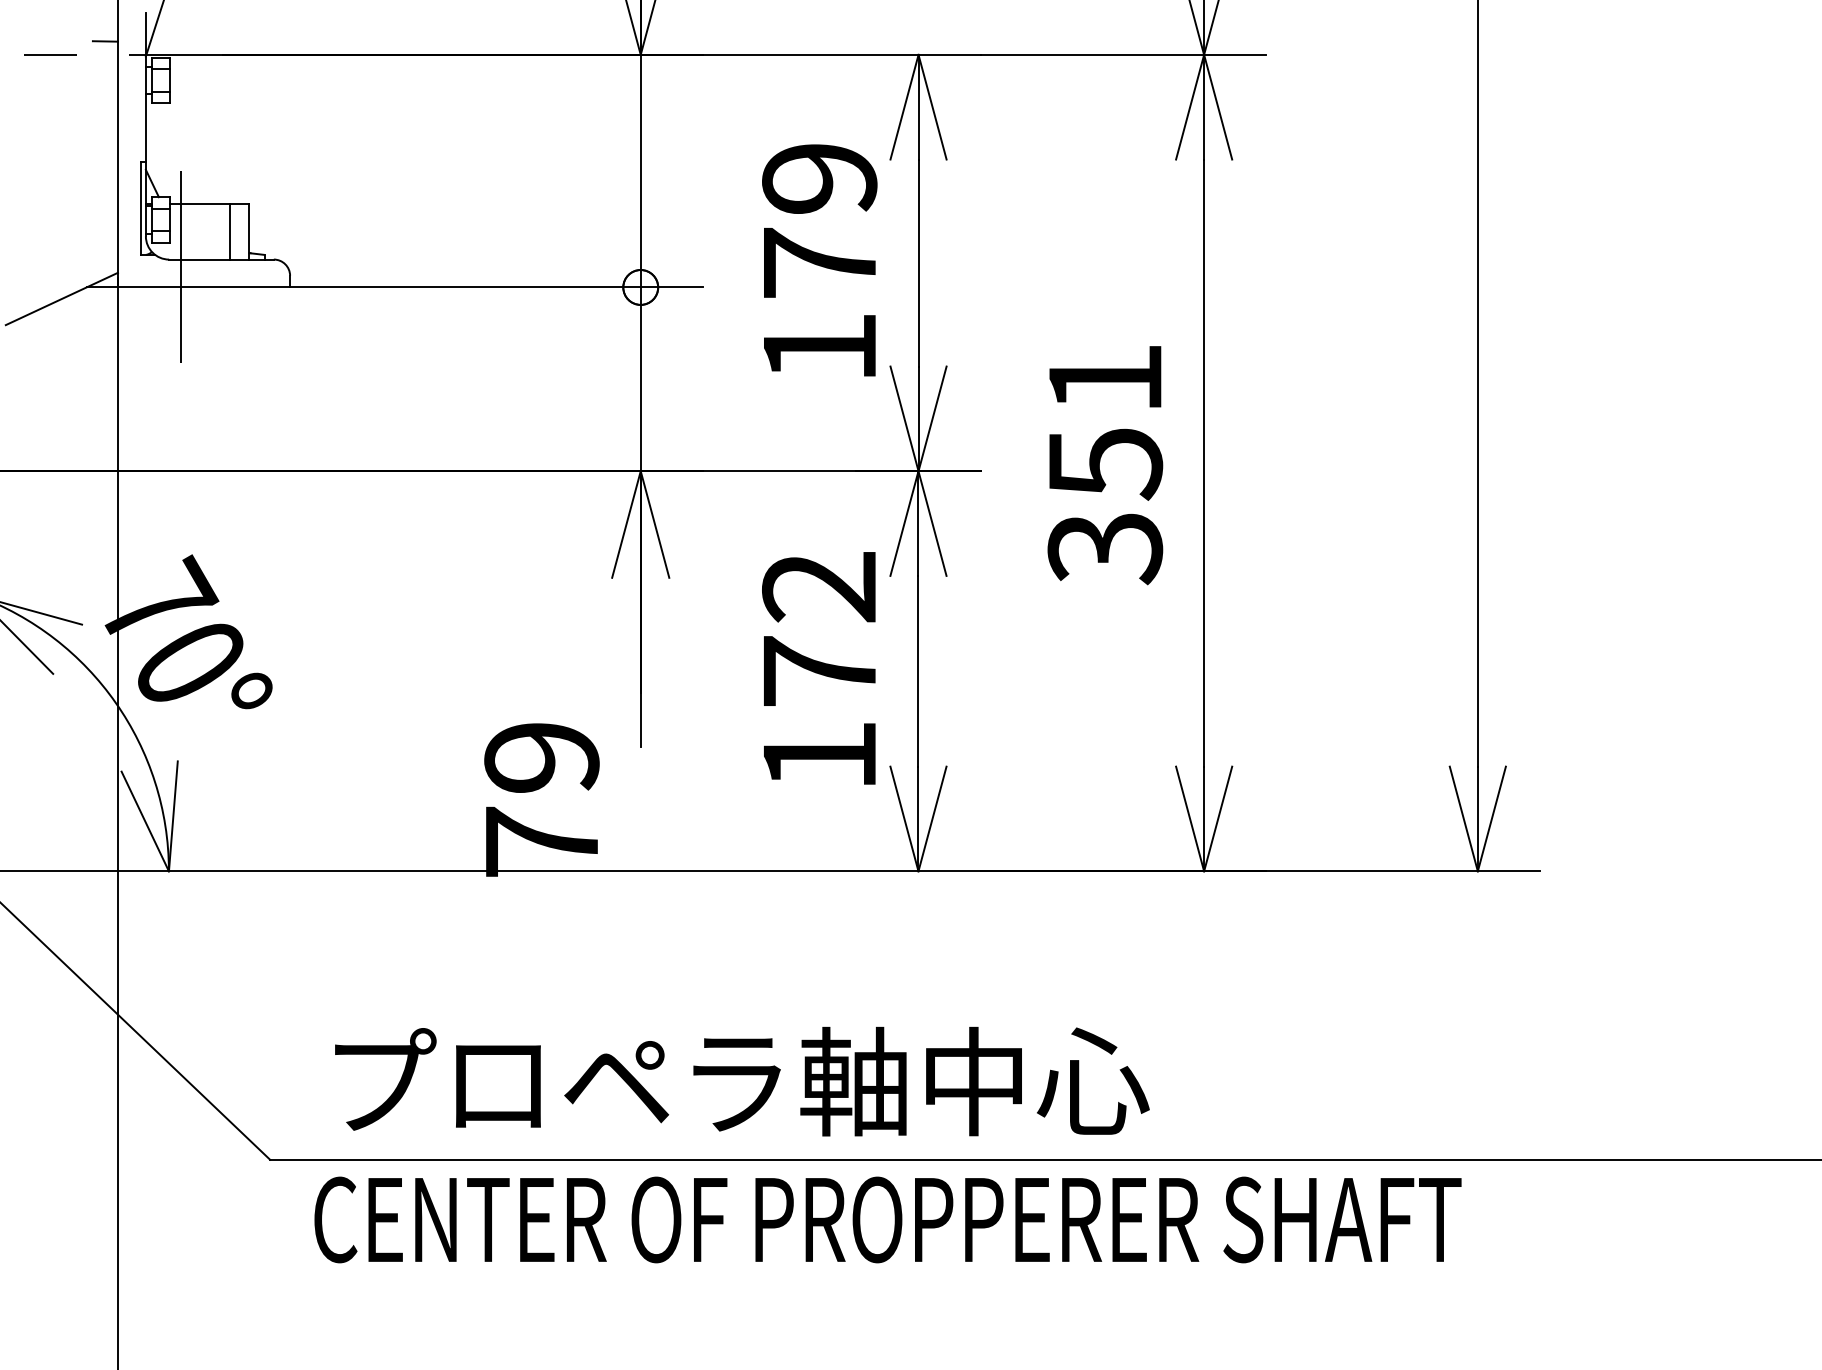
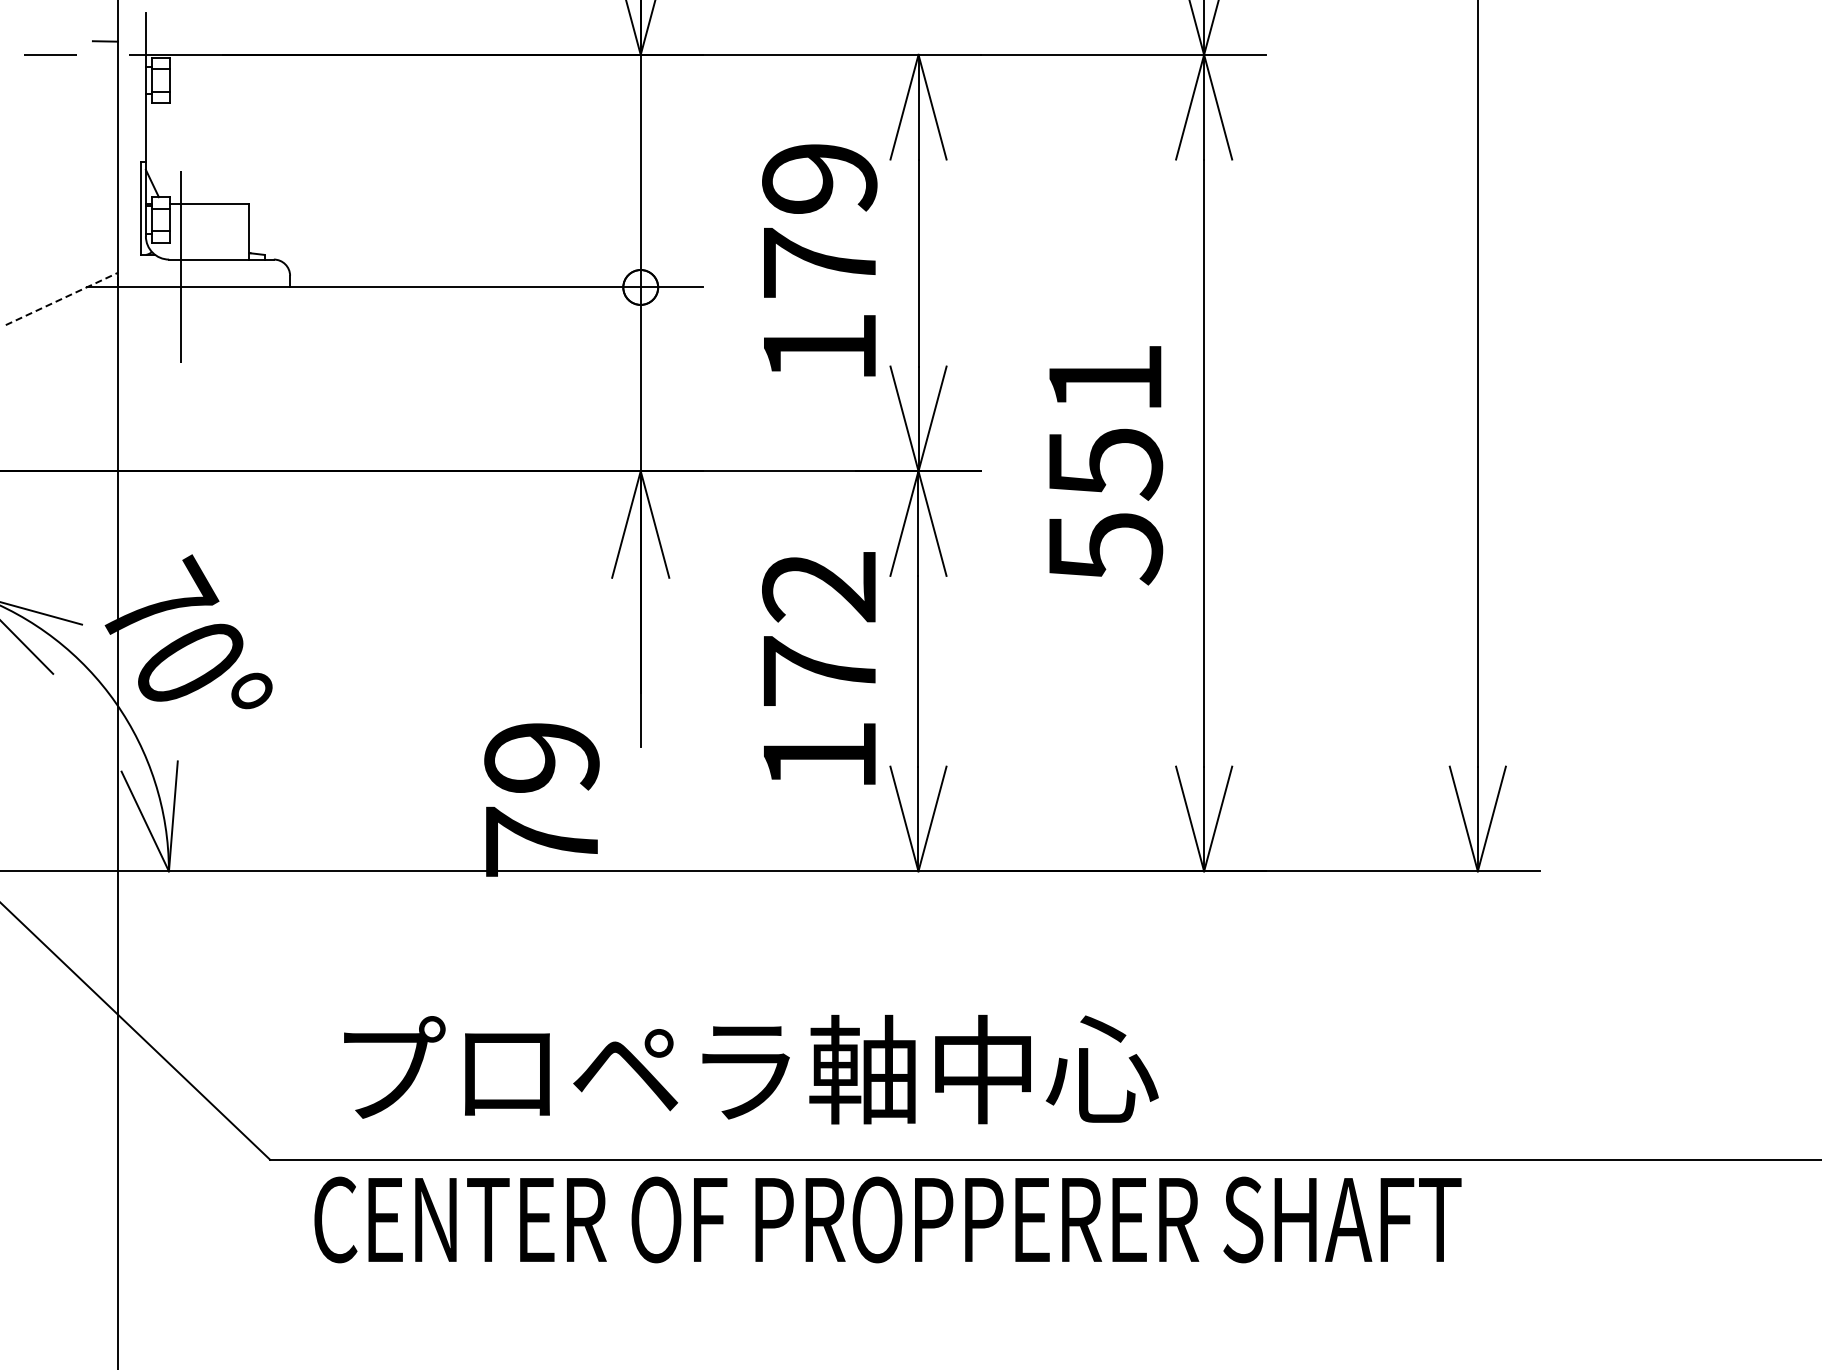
line at (154, 29): present -> none
line at (229, 231): present -> none
line at (61, 298): solid -> dashed
text at (1104, 549): 351 -> 551
text at (742, 1081) position: (742, 1081) -> (751, 1069)
